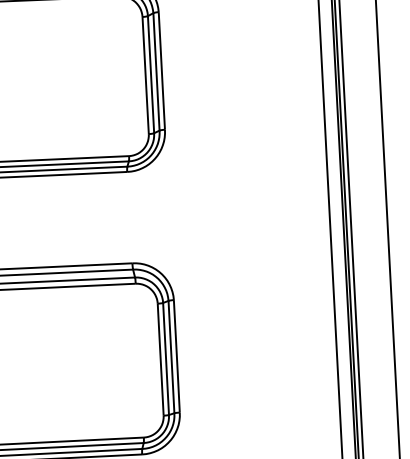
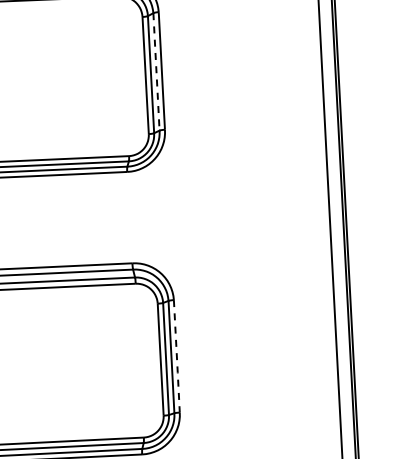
line at (156, 72): solid -> dashed
line at (351, 228): present -> none
line at (387, 228): present -> none
line at (176, 356): solid -> dashed
